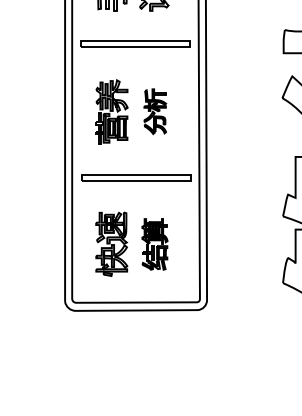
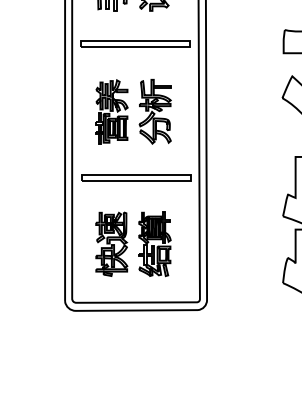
part at (155, 111) size: 25x48 px -> 34x67 px
part at (154, 244) size: 28x53 px -> 34x67 px
